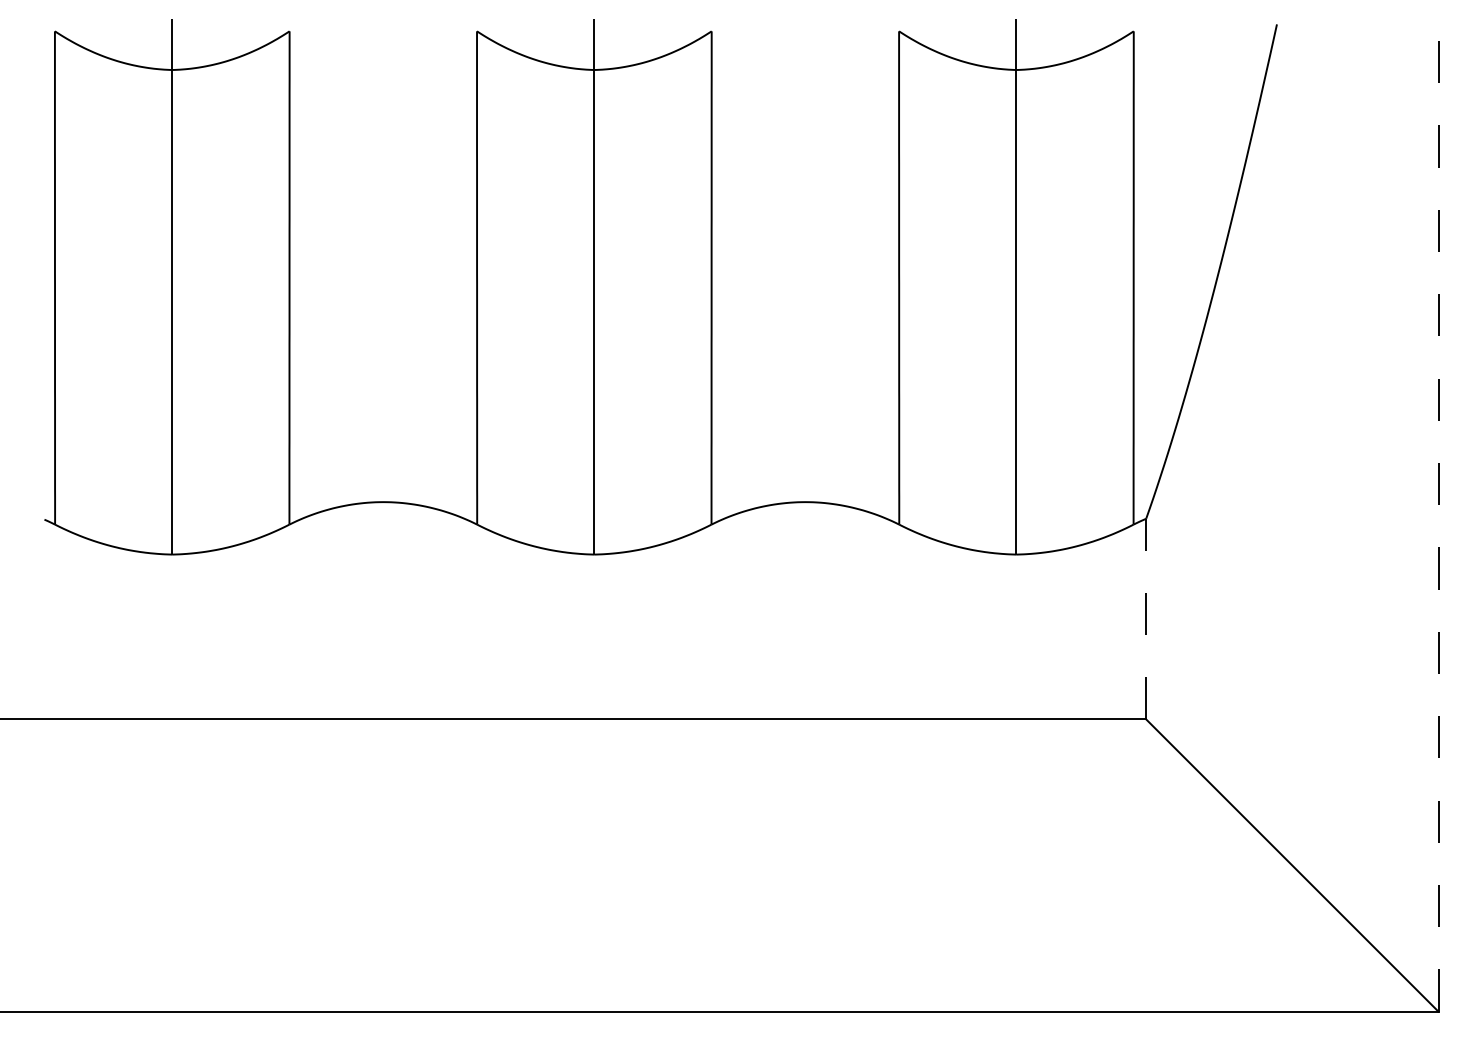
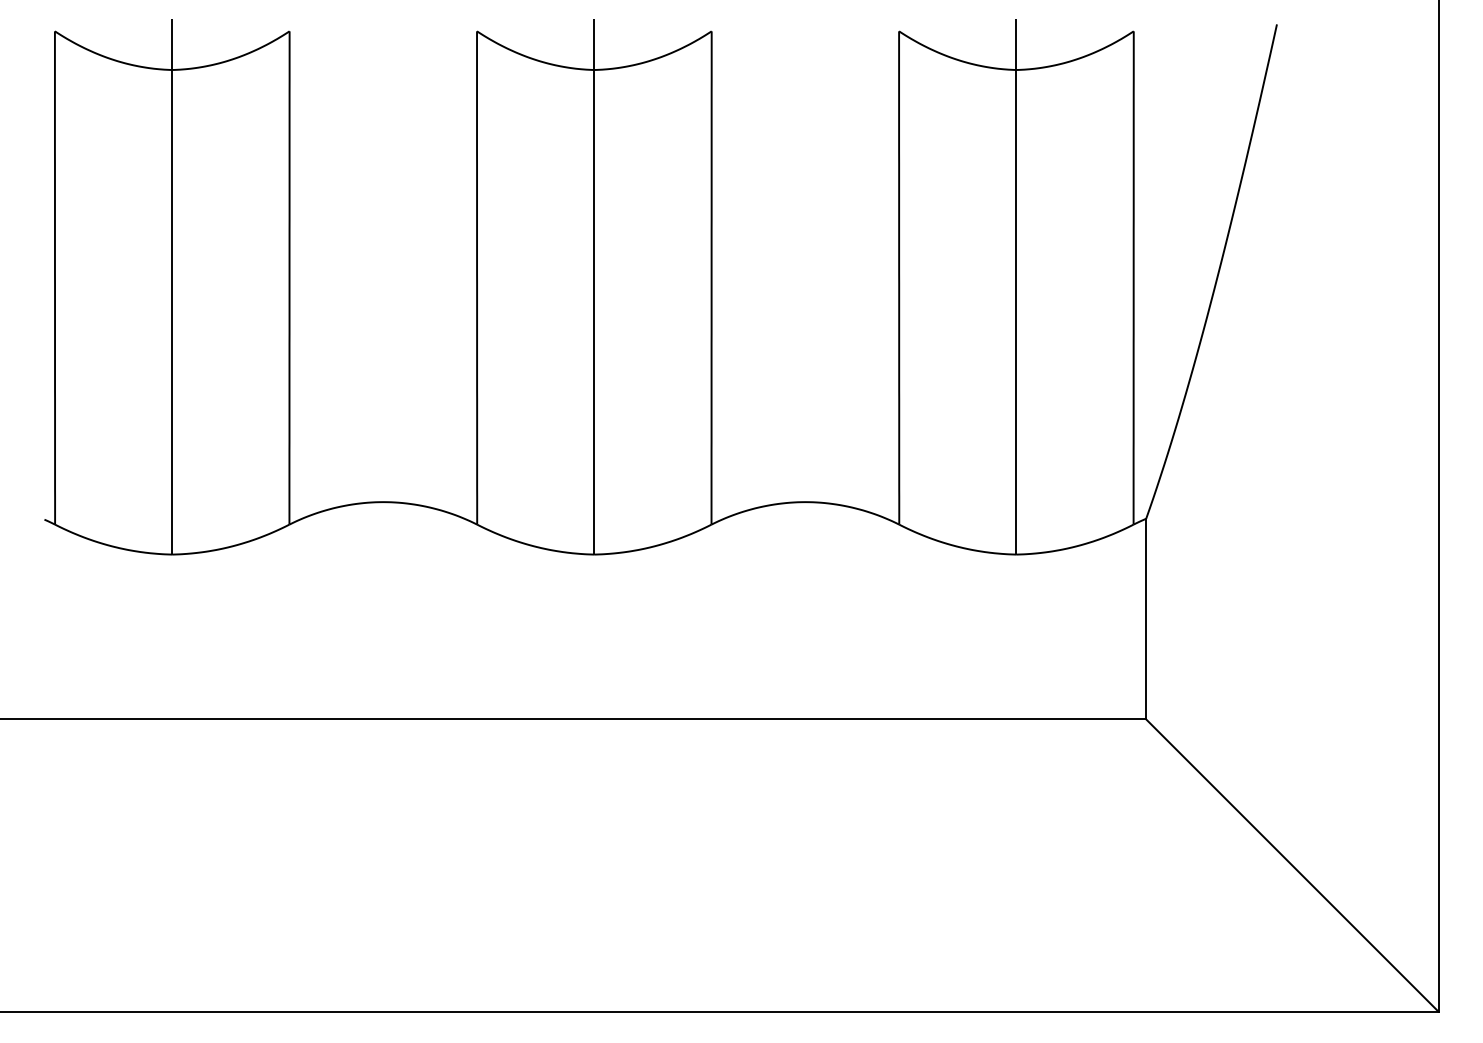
line at (1438, 506): dashed -> solid
line at (1146, 618): dashed -> solid
